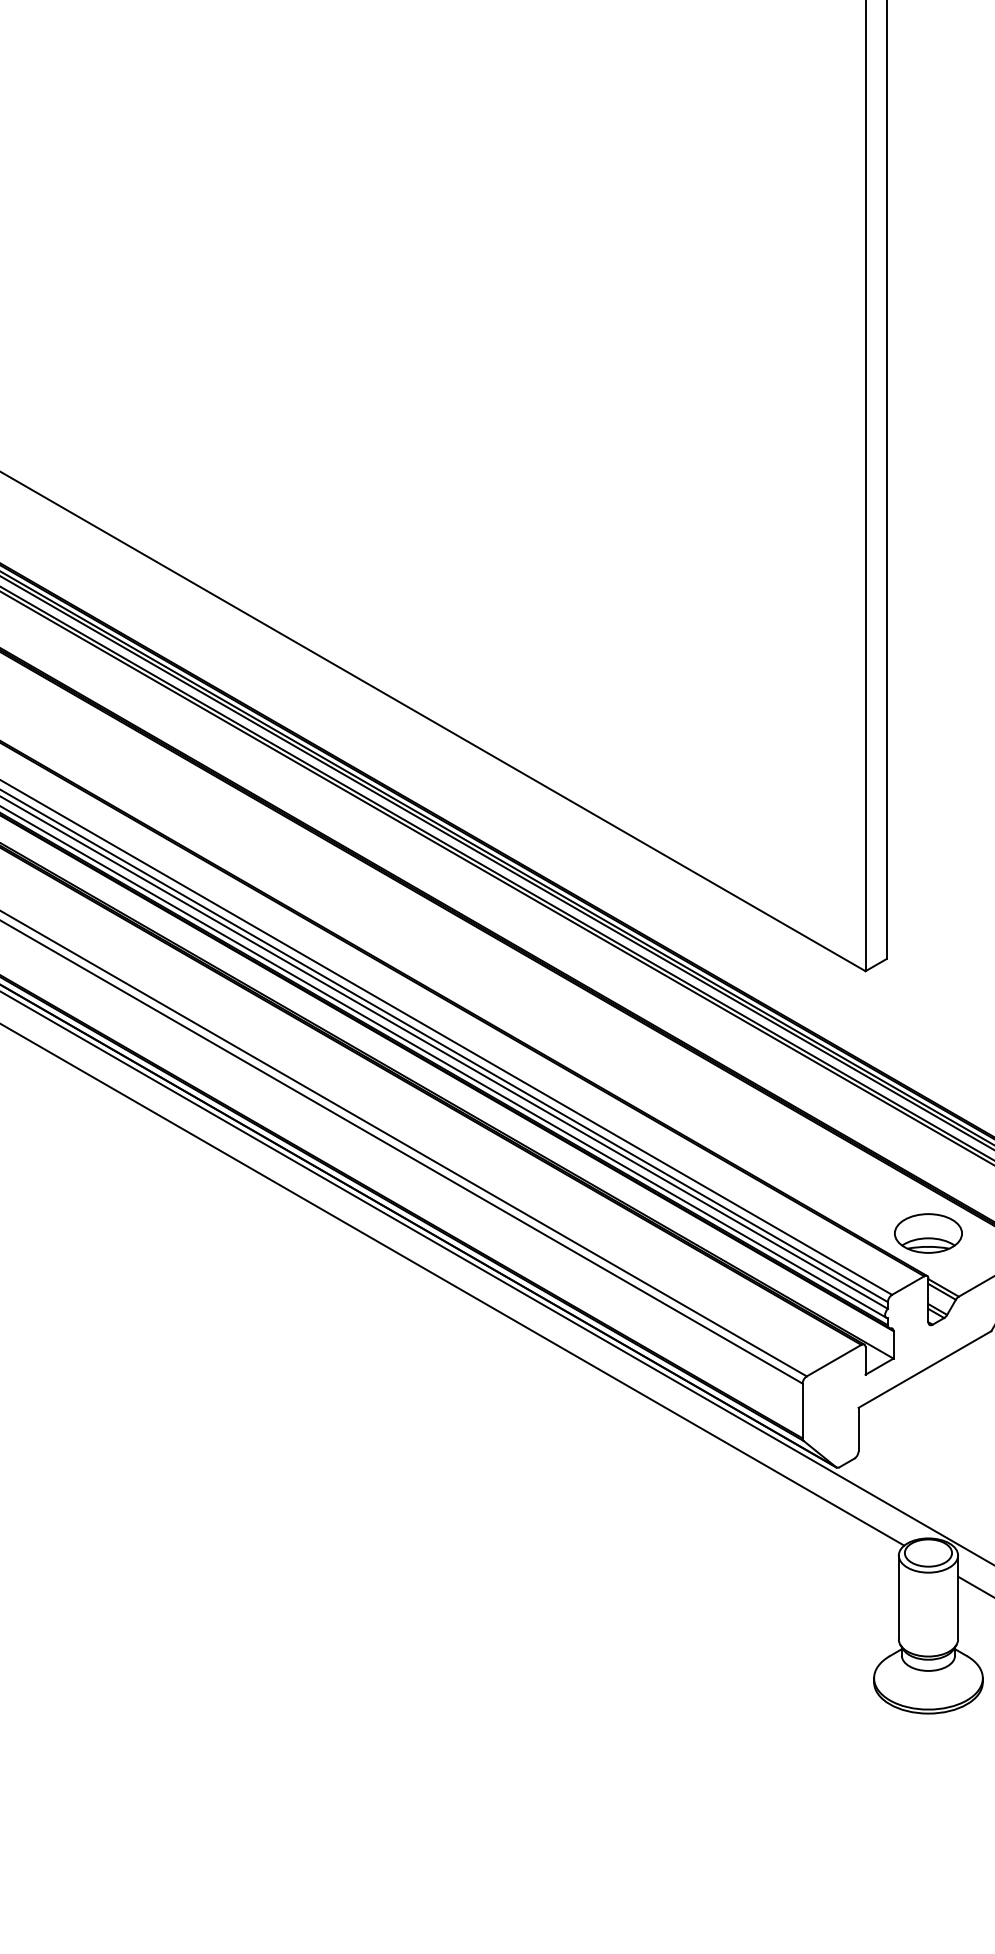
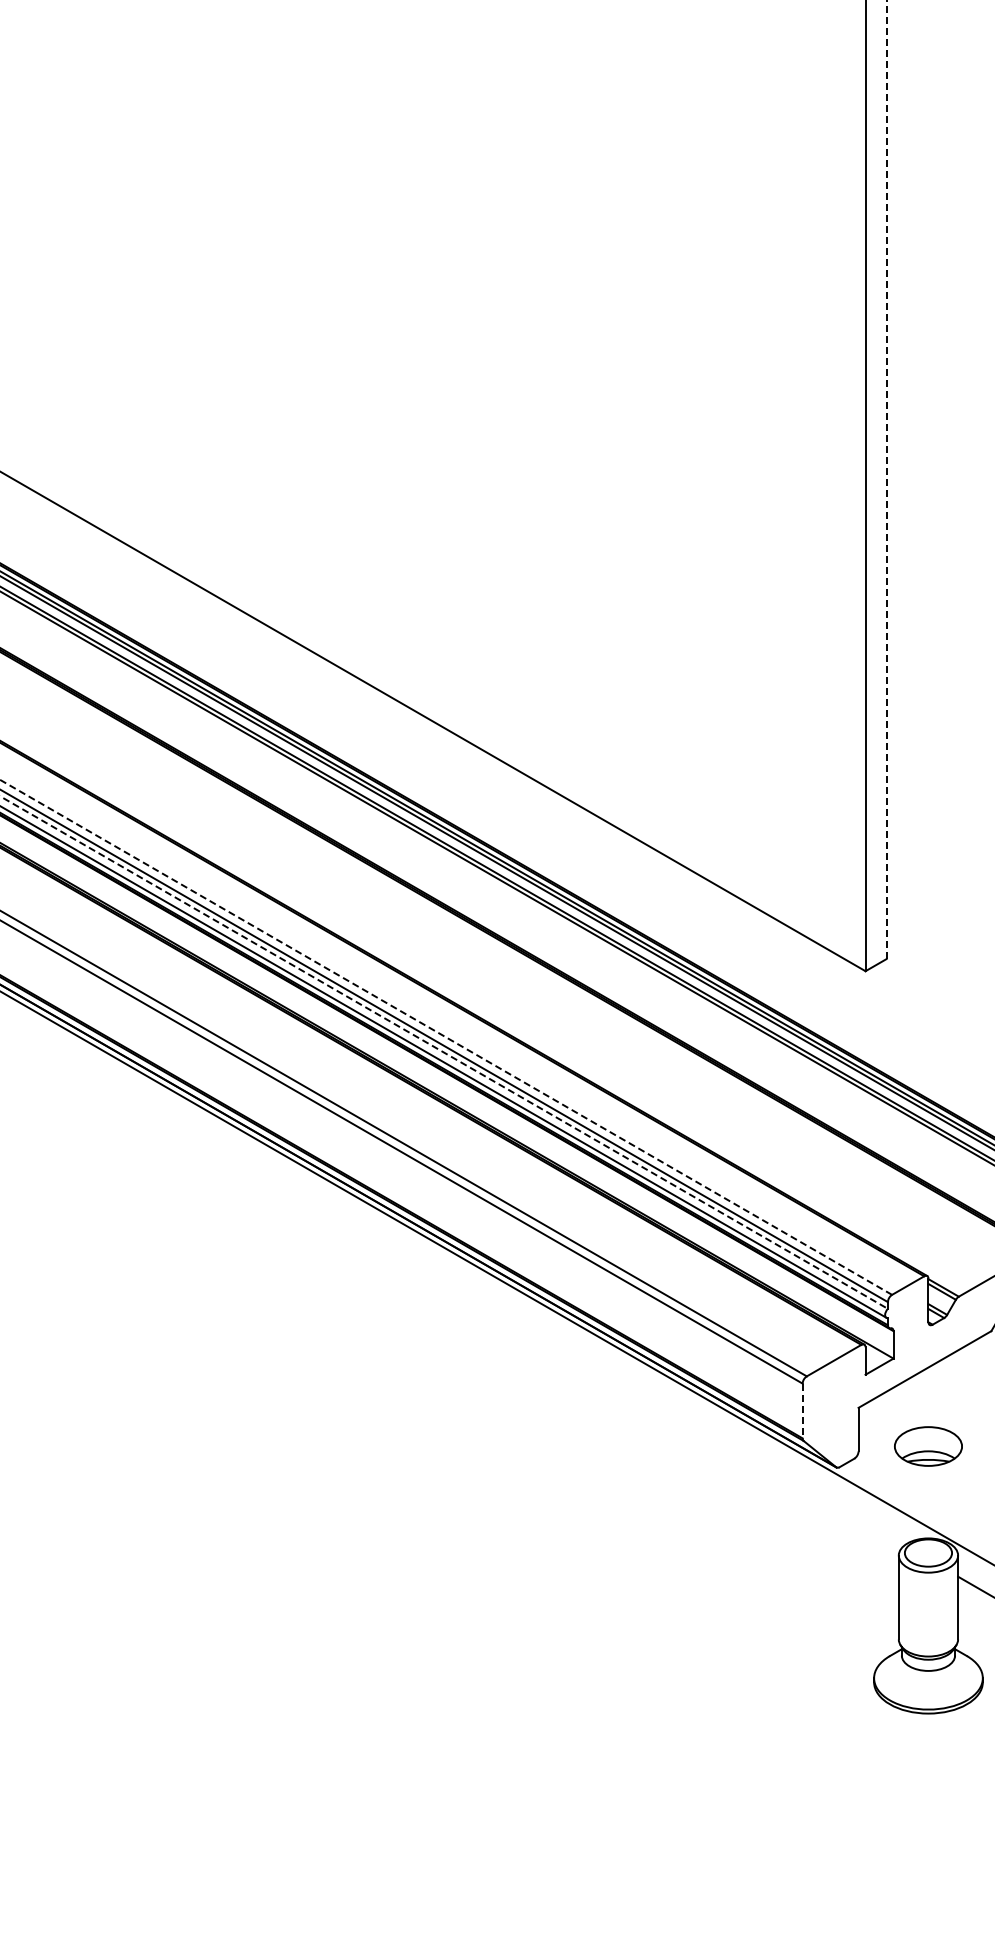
line at (886, 479): solid -> dashed
line at (446, 1037): solid -> dashed
line at (444, 1052): solid -> dashed
part at (928, 1233) position: (928, 1233) -> (928, 1446)
line at (453, 1285): present -> none
line at (802, 1411): solid -> dashed
